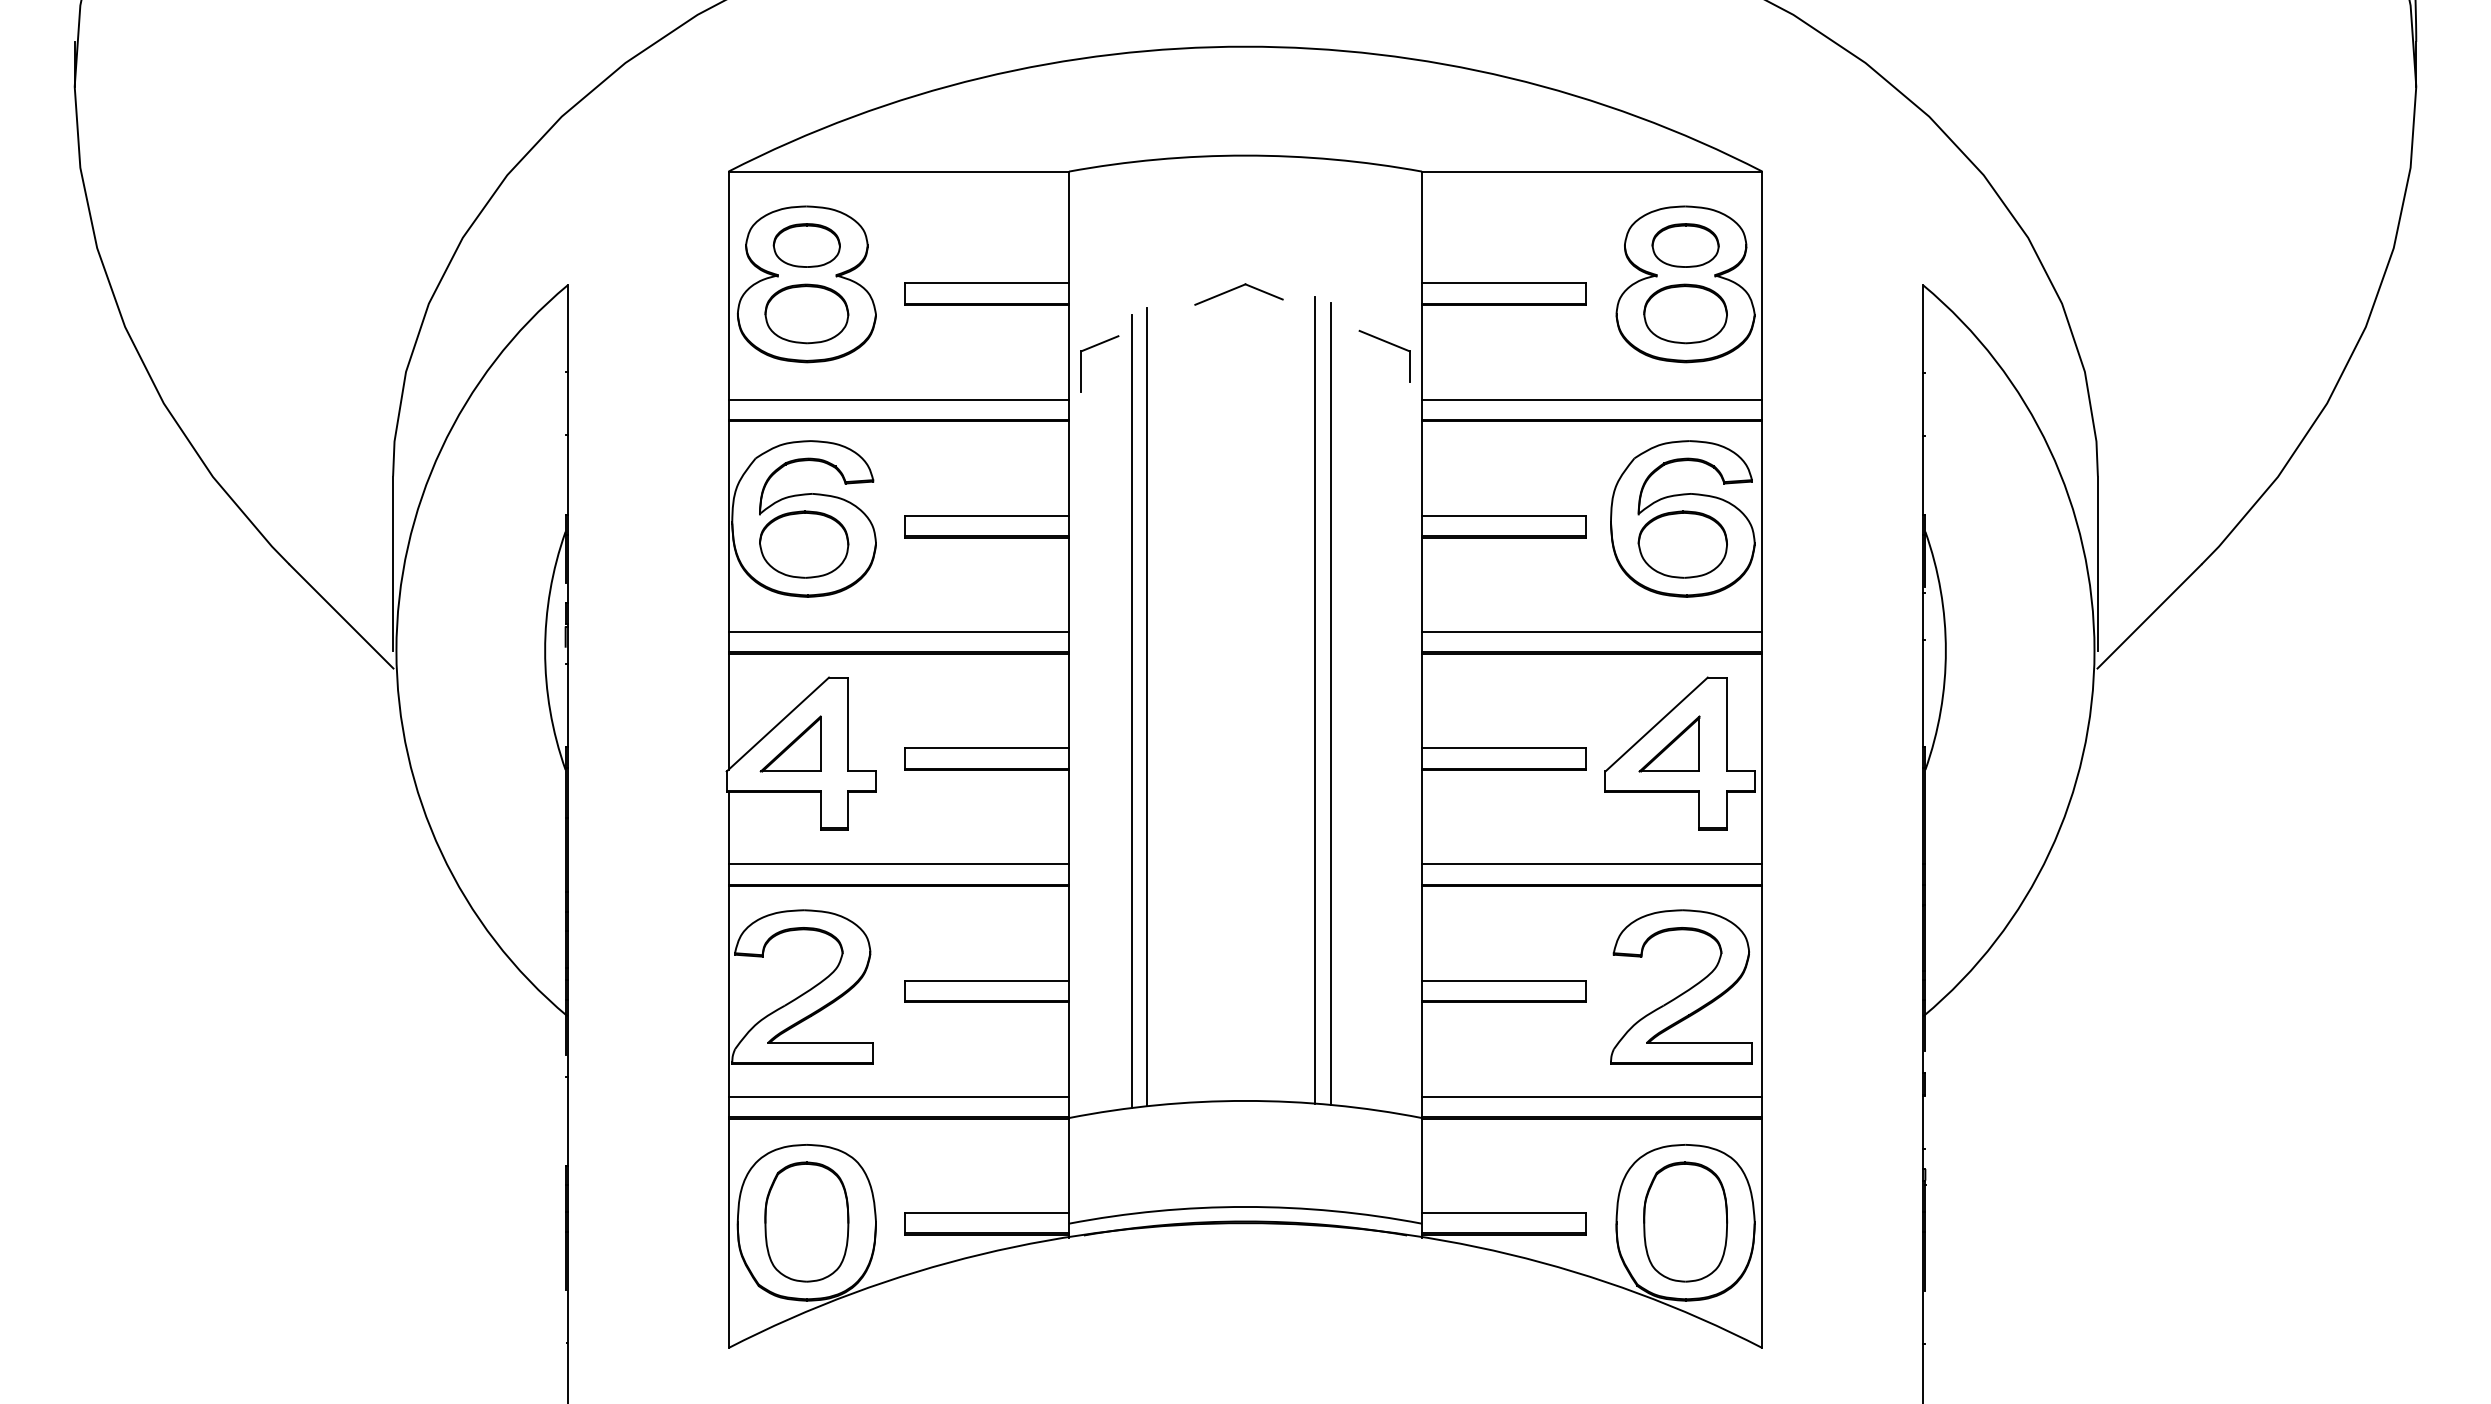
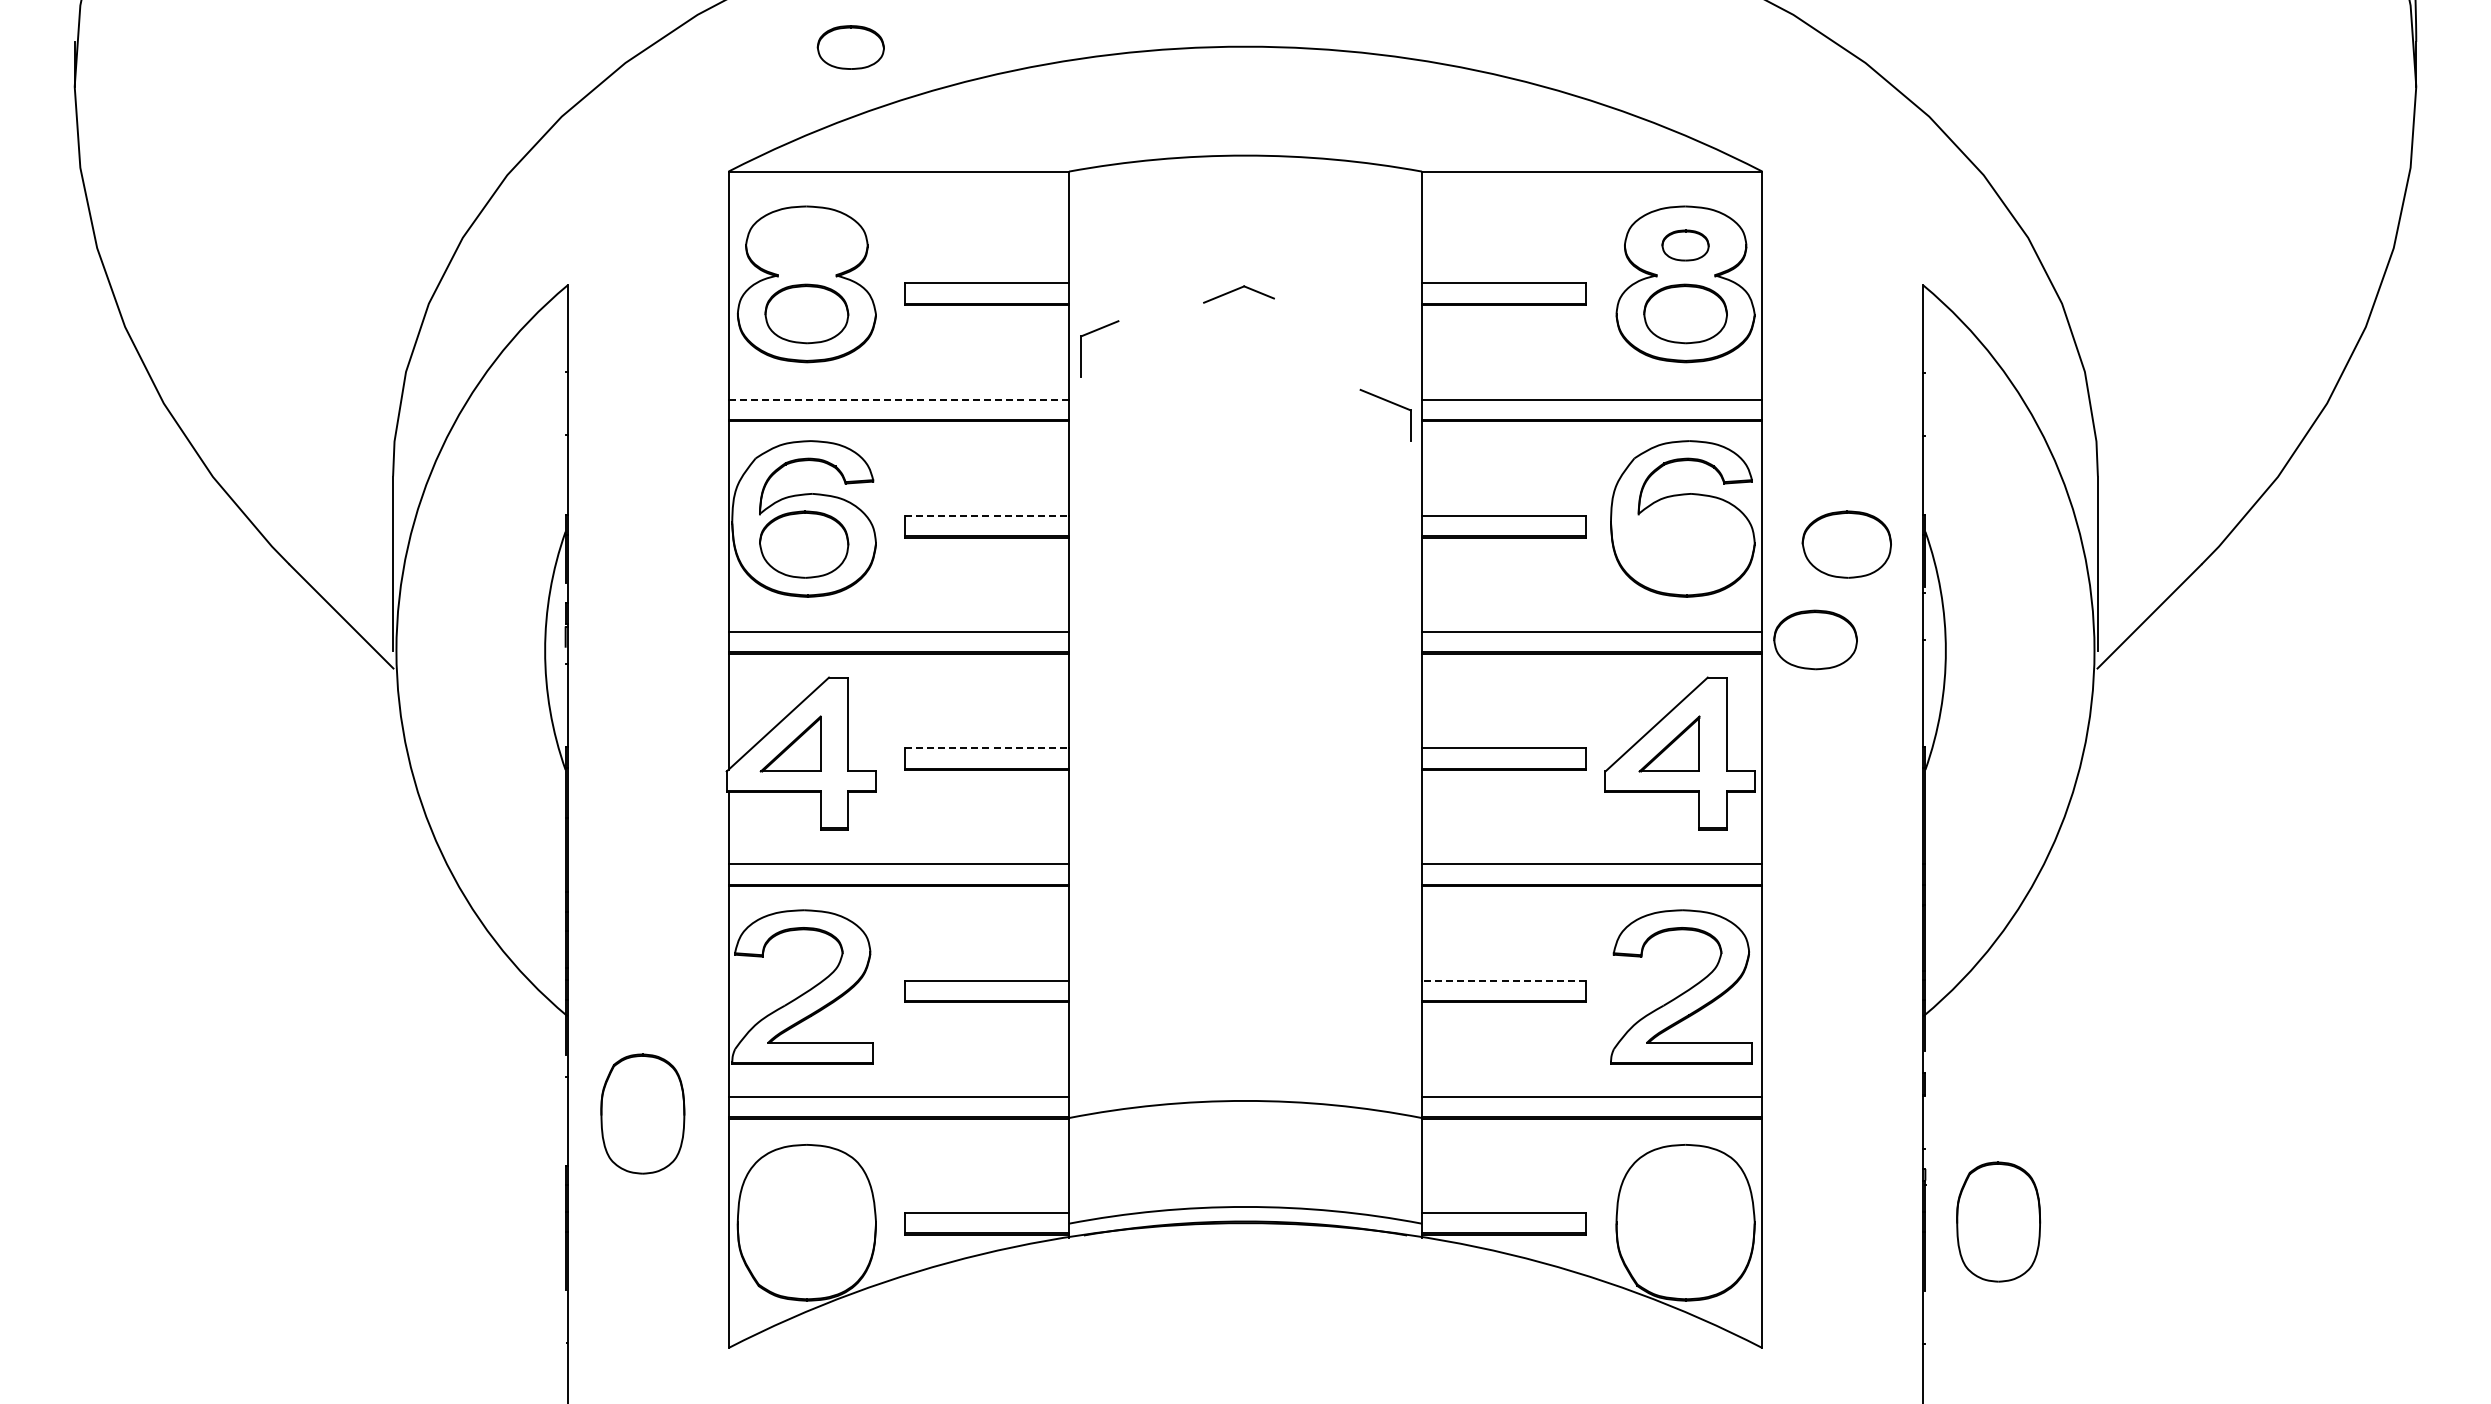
part at (806, 245) position: (806, 245) -> (850, 47)
part at (1685, 245) size: 69x45 px -> 49x33 px
part at (1238, 294) size: 90x23 px -> 72x19 px
part at (1389, 344) position: (1389, 344) -> (1390, 403)
part at (1091, 348) position: (1091, 348) -> (1091, 333)
line at (899, 399): solid -> dashed
line at (987, 515): solid -> dashed
part at (1682, 544) position: (1682, 544) -> (1846, 544)
part at (1815, 639): none -> present
line at (1315, 700): present -> none
line at (1331, 703): present -> none
line at (1146, 707): present -> none
line at (1132, 711): present -> none
line at (987, 748): solid -> dashed
line at (1503, 980): solid -> dashed
part at (806, 1221) position: (806, 1221) -> (642, 1113)
part at (1685, 1221) position: (1685, 1221) -> (1998, 1221)
